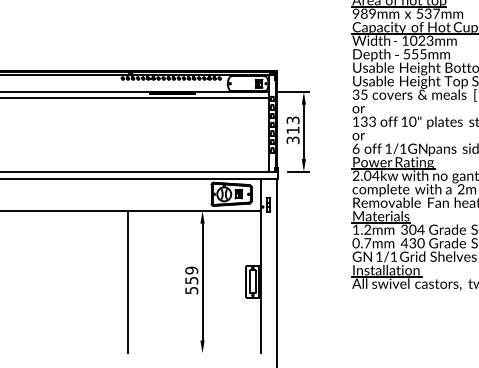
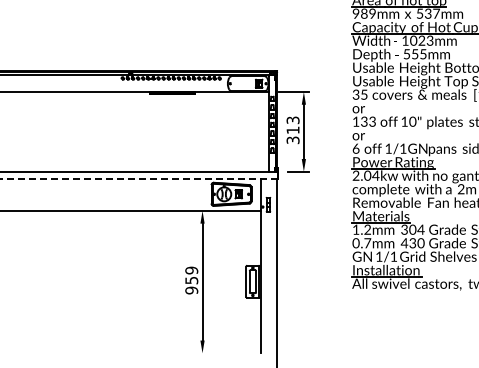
line at (135, 97): present -> none
line at (139, 179): solid -> dashed
line at (127, 281): present -> none
text at (191, 290): 559 -> 959
